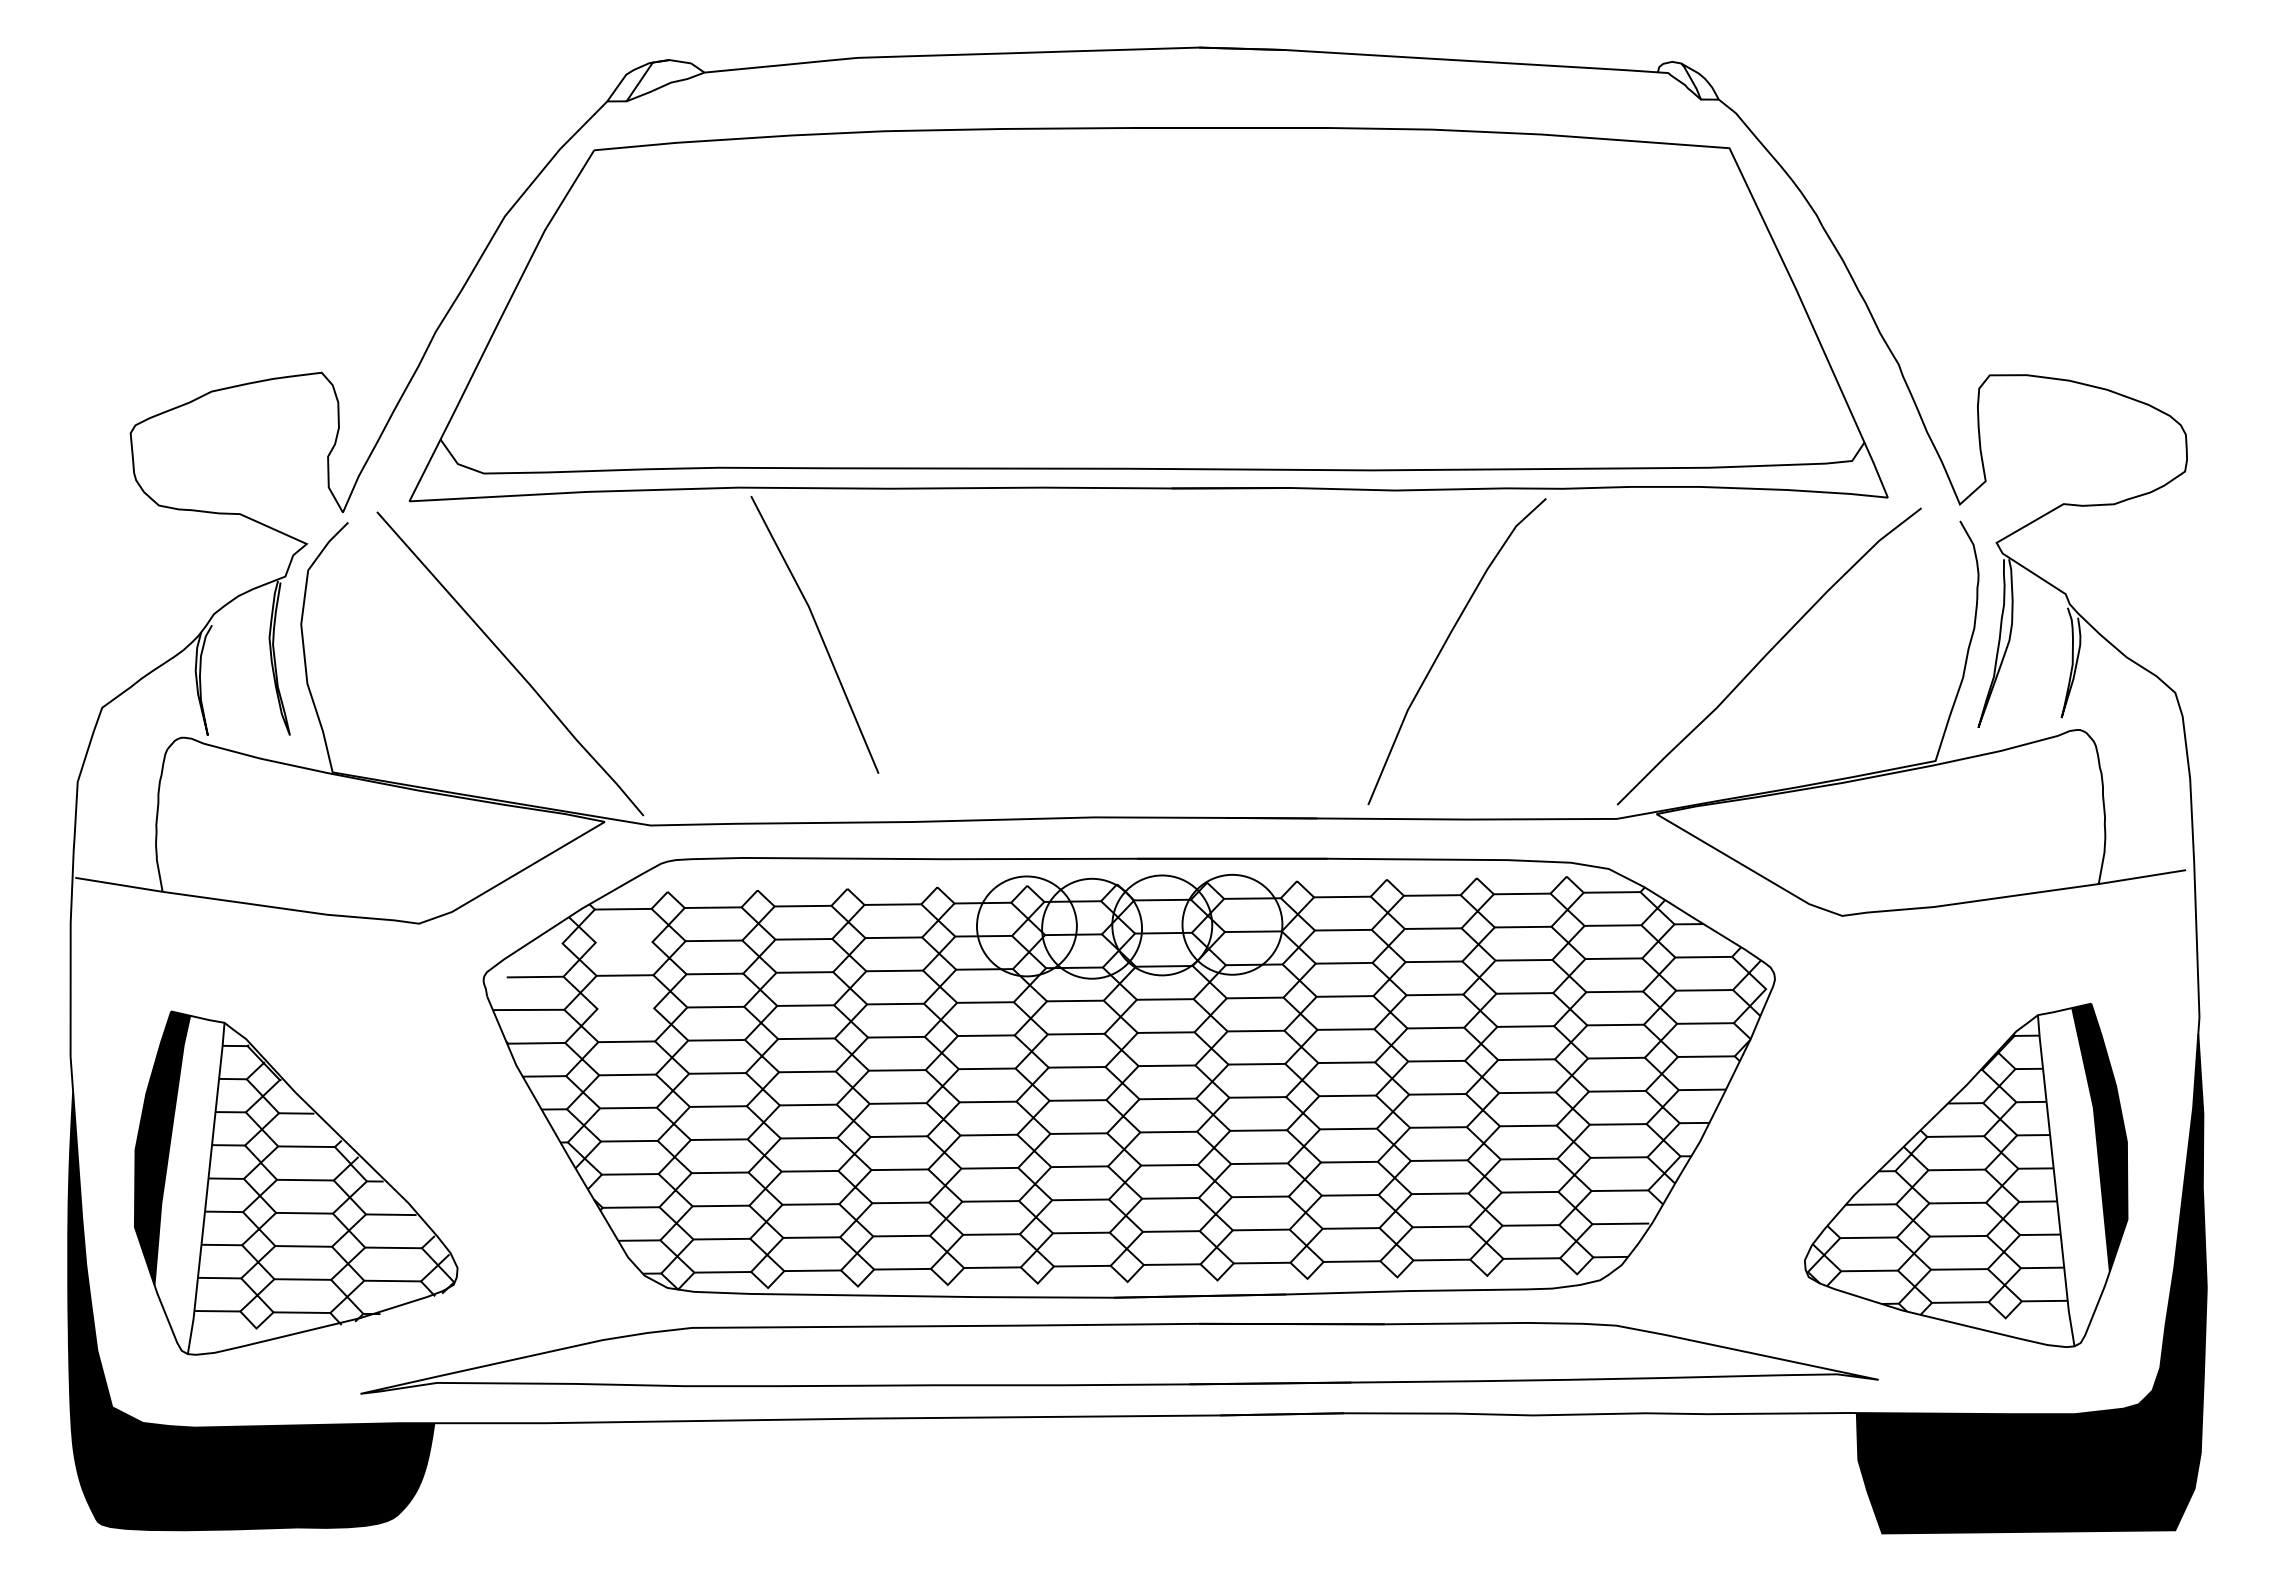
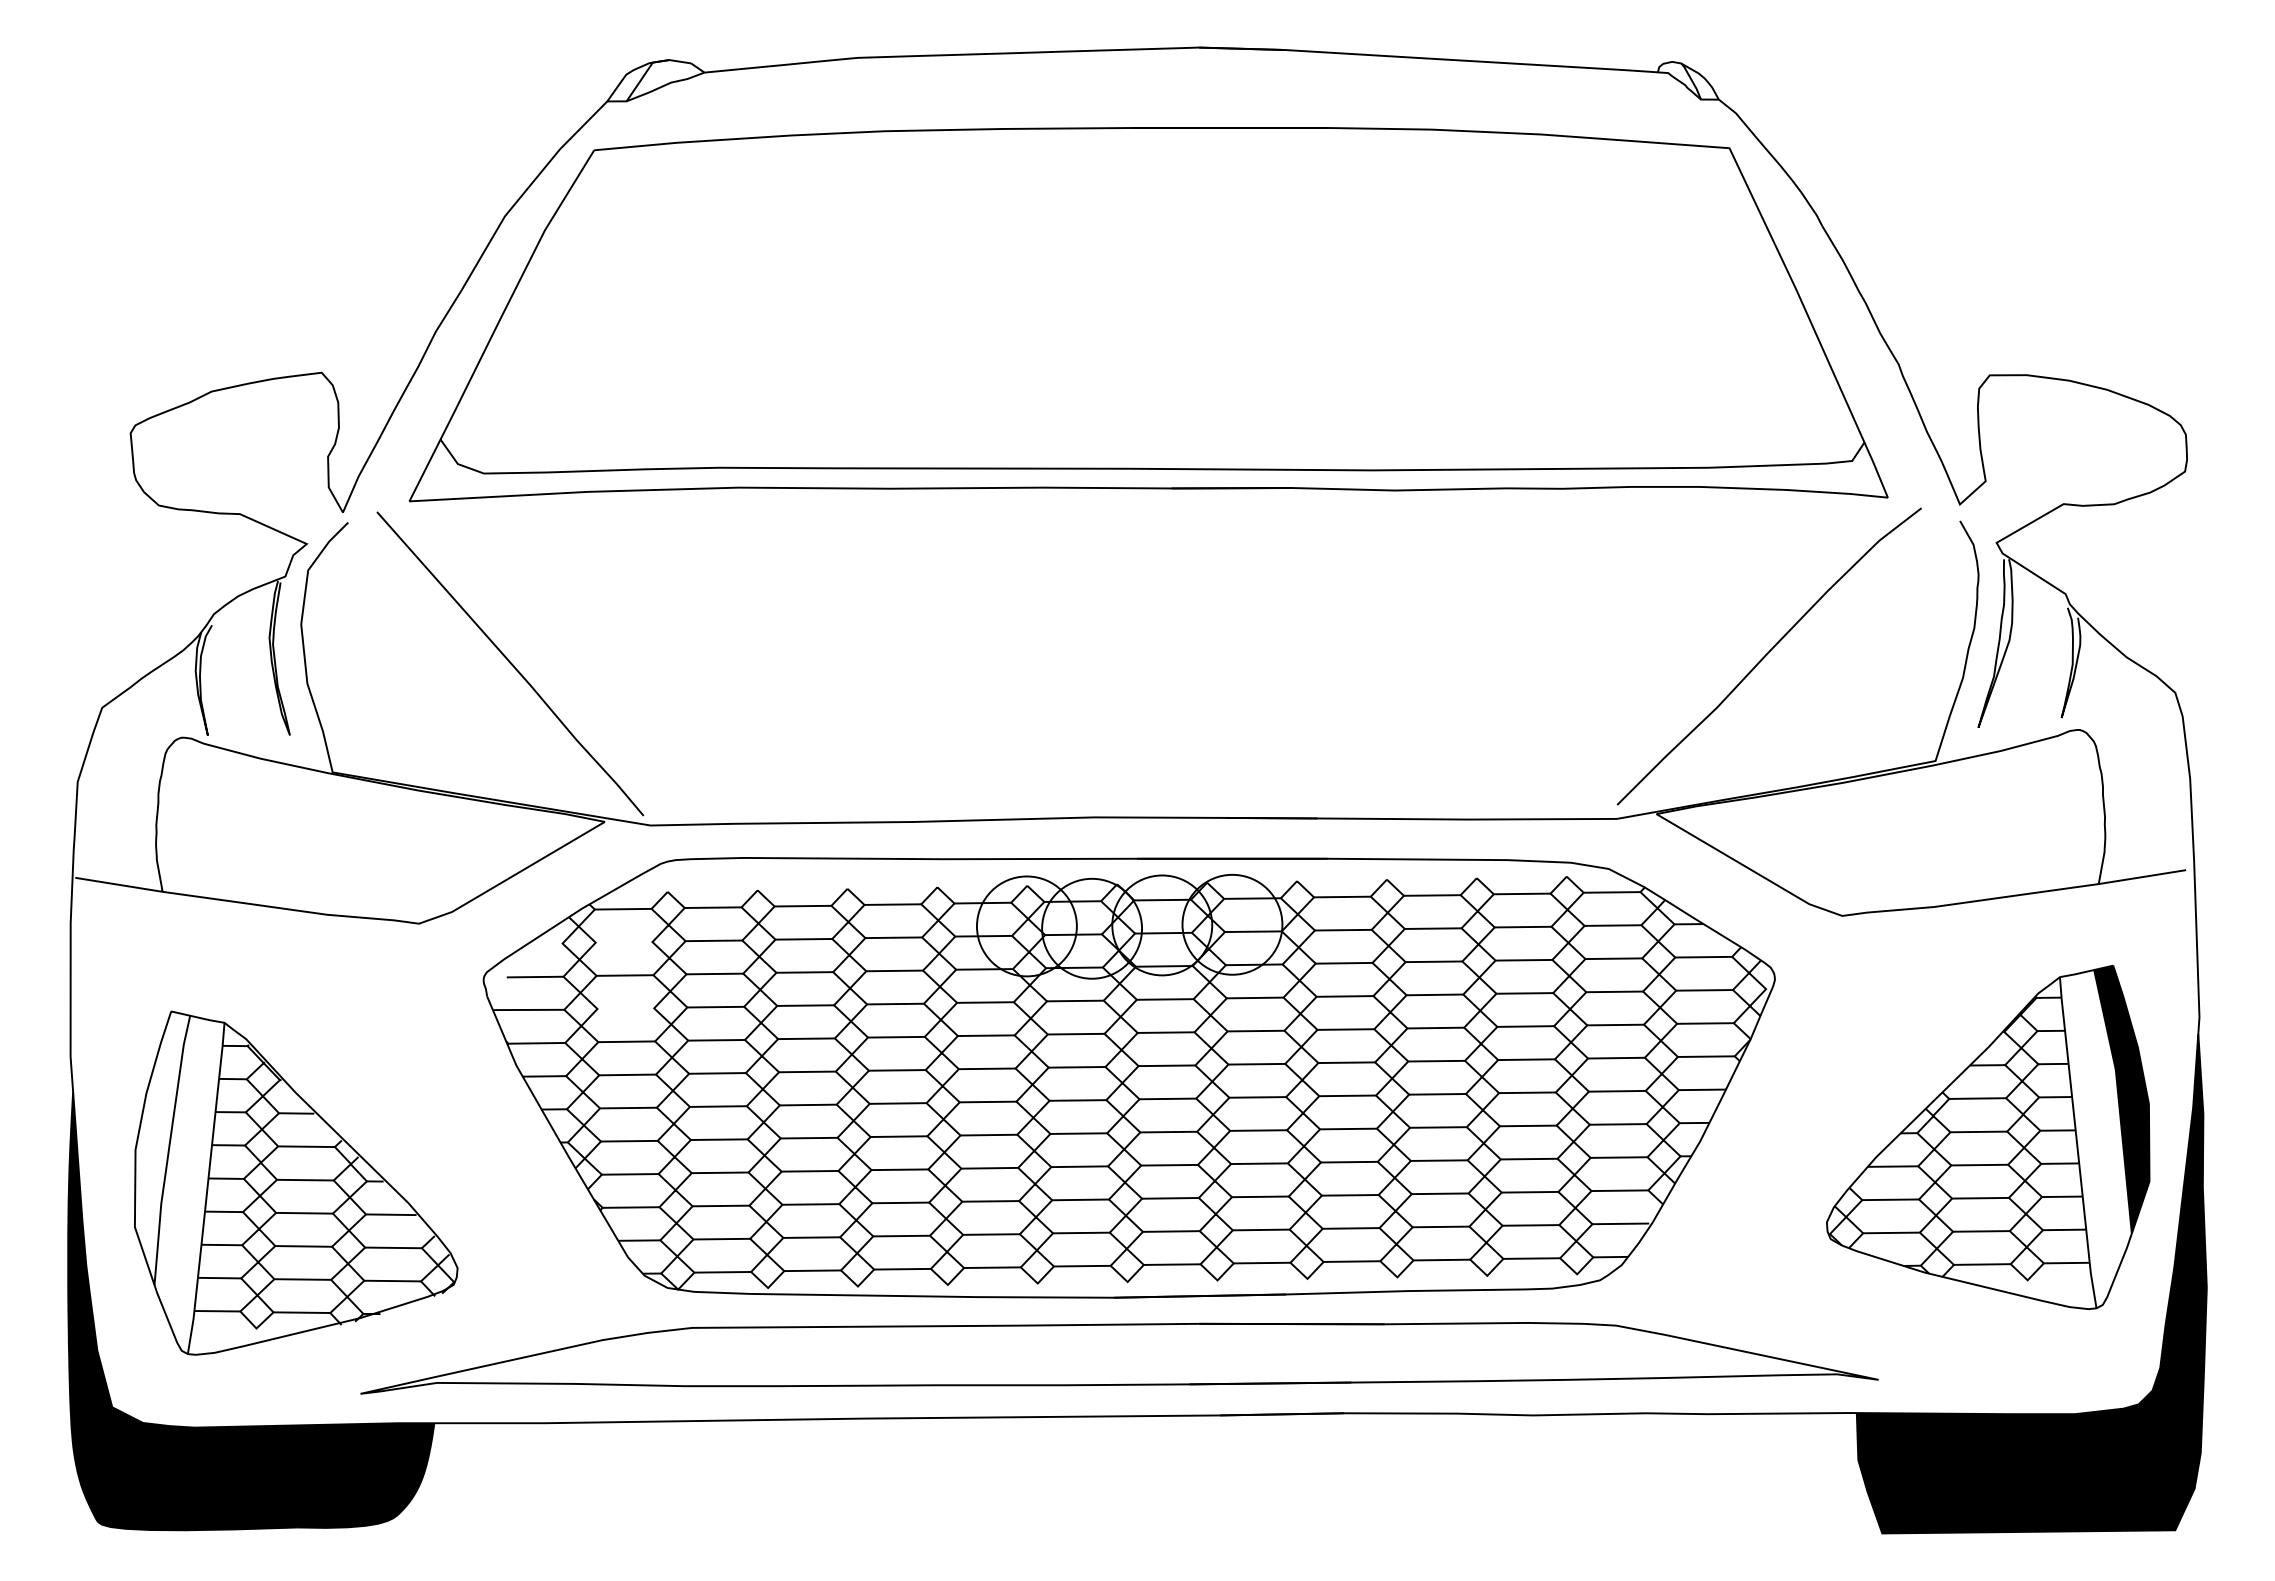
line at (818, 632): present -> none
curve at (1444, 646): present -> none
fill at (162, 1148): present -> none
part at (1966, 1174) position: (1966, 1174) -> (1988, 1136)
